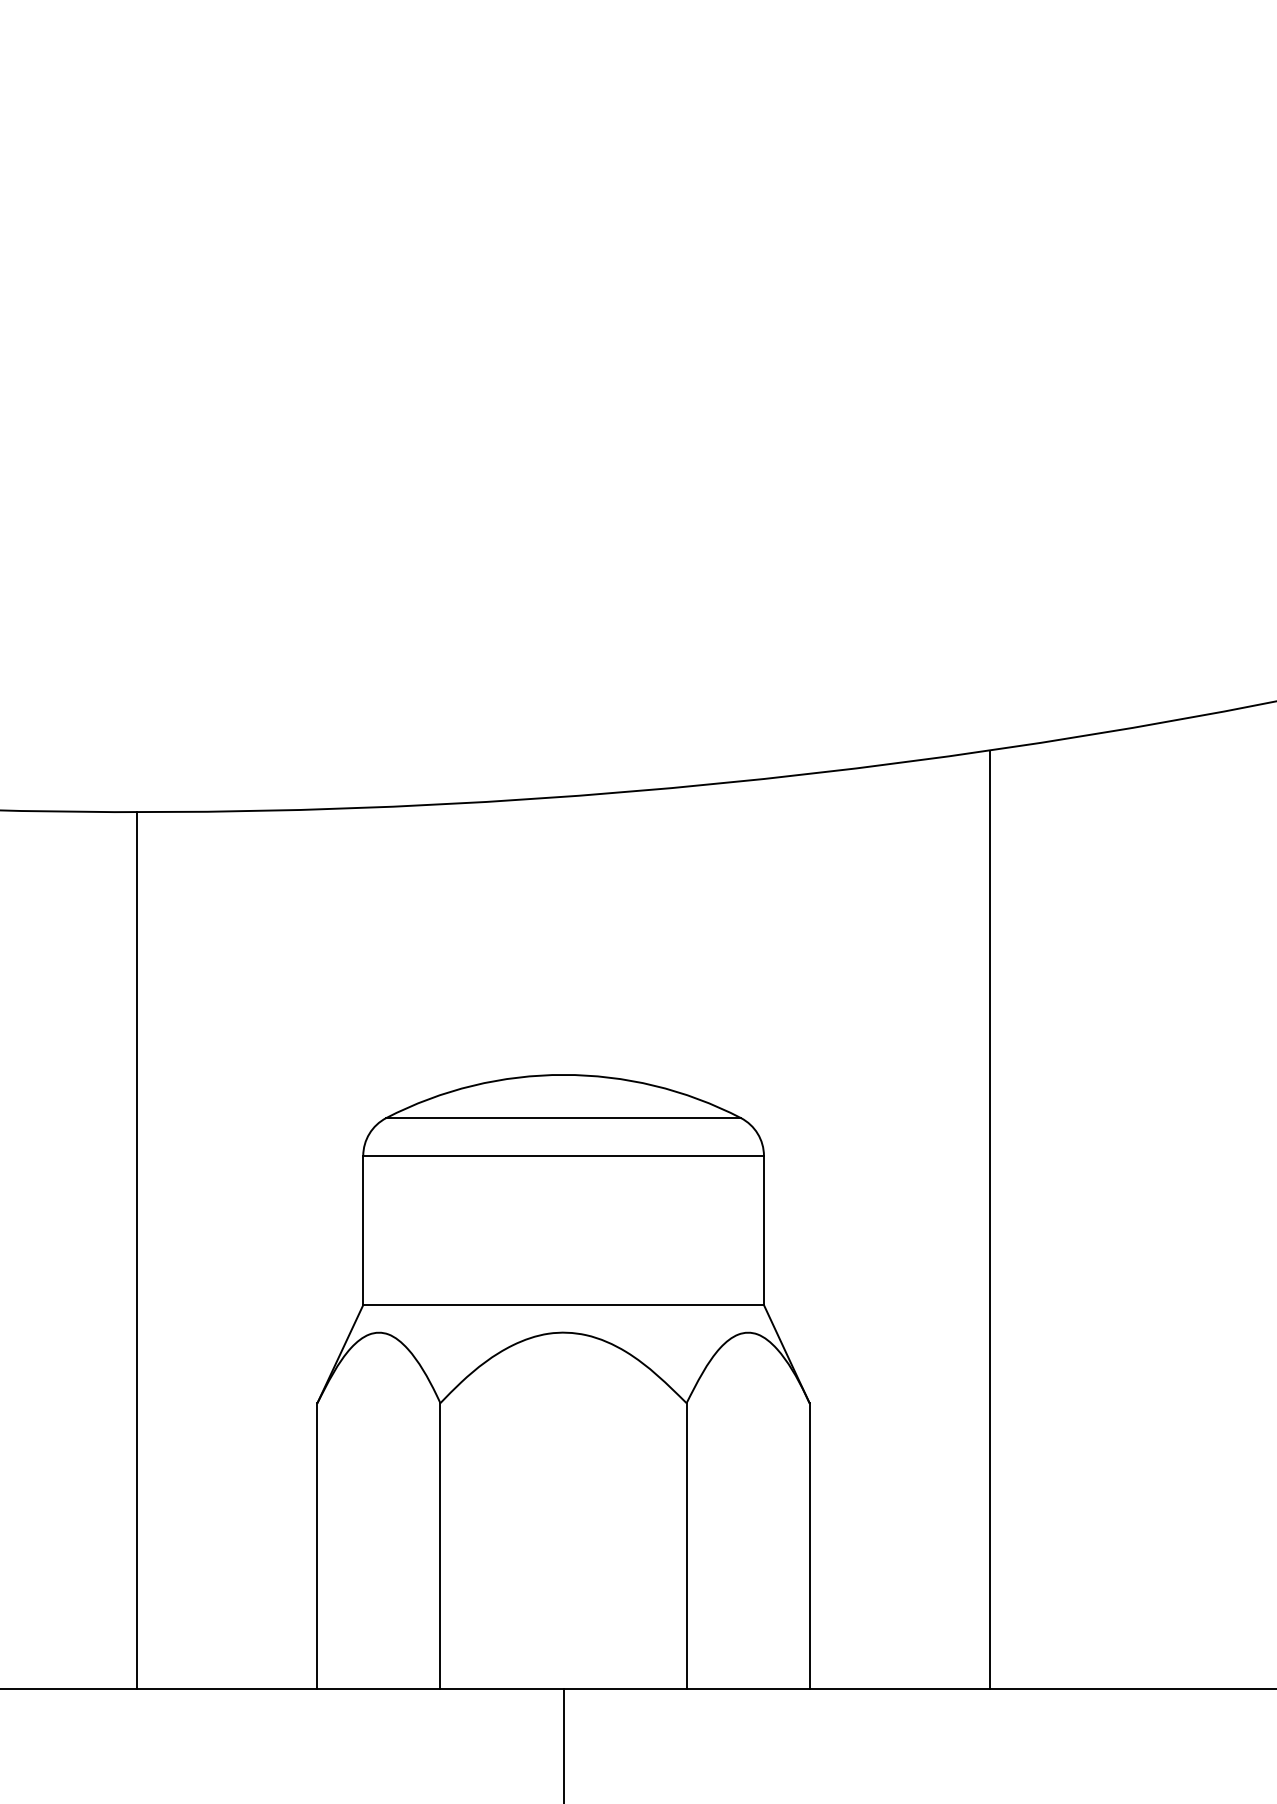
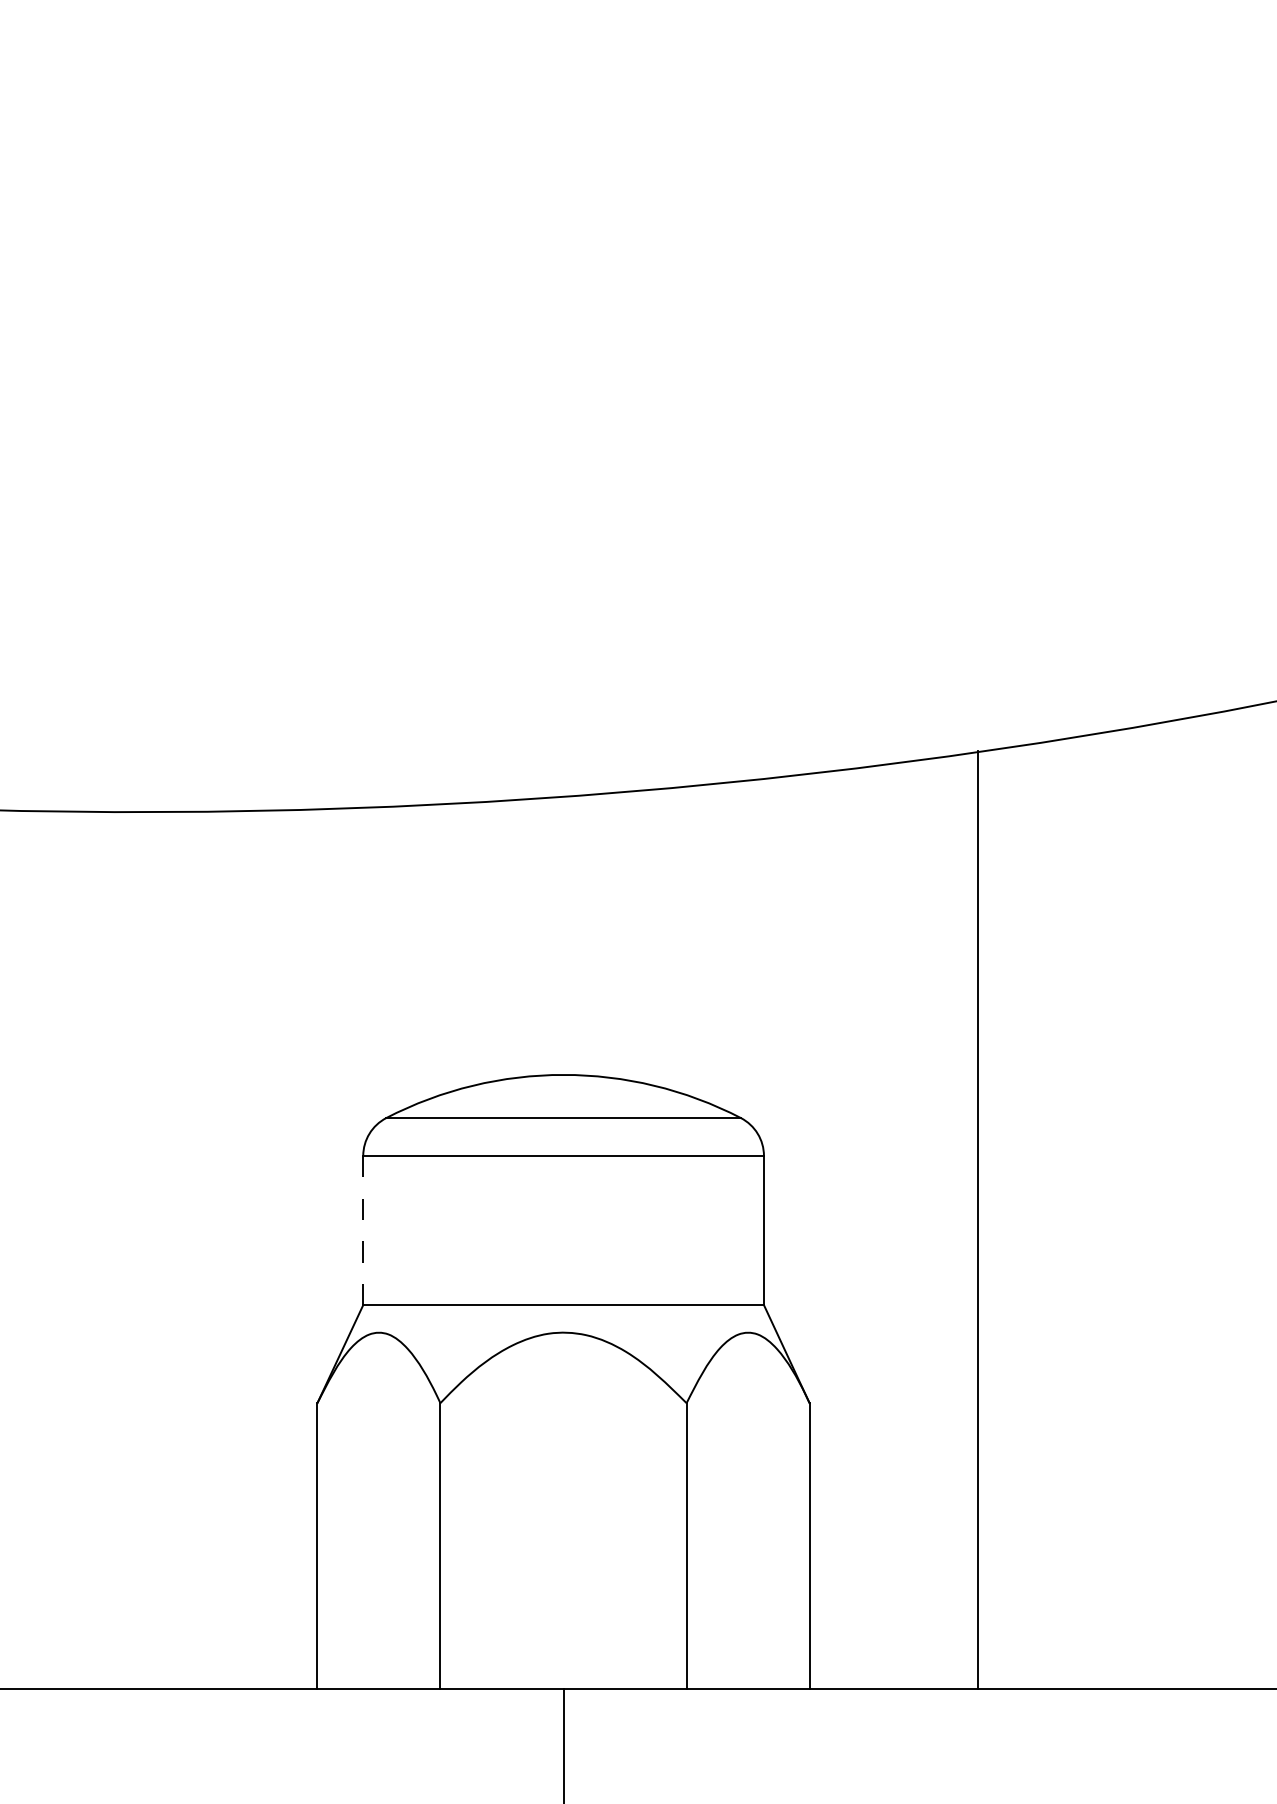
line at (989, 1219) position: (989, 1219) -> (977, 1219)
line at (363, 1230): solid -> dashed
line at (137, 1250): present -> none
